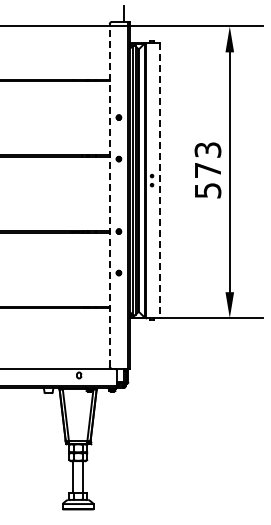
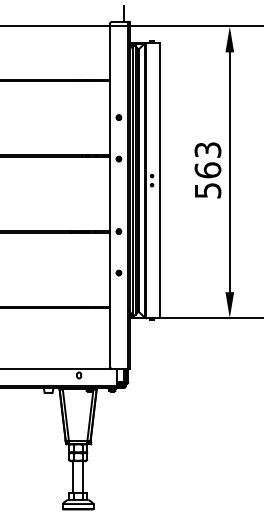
text at (207, 170): 573 -> 563
line at (160, 180): dashed -> solid
line at (109, 194): dashed -> solid
